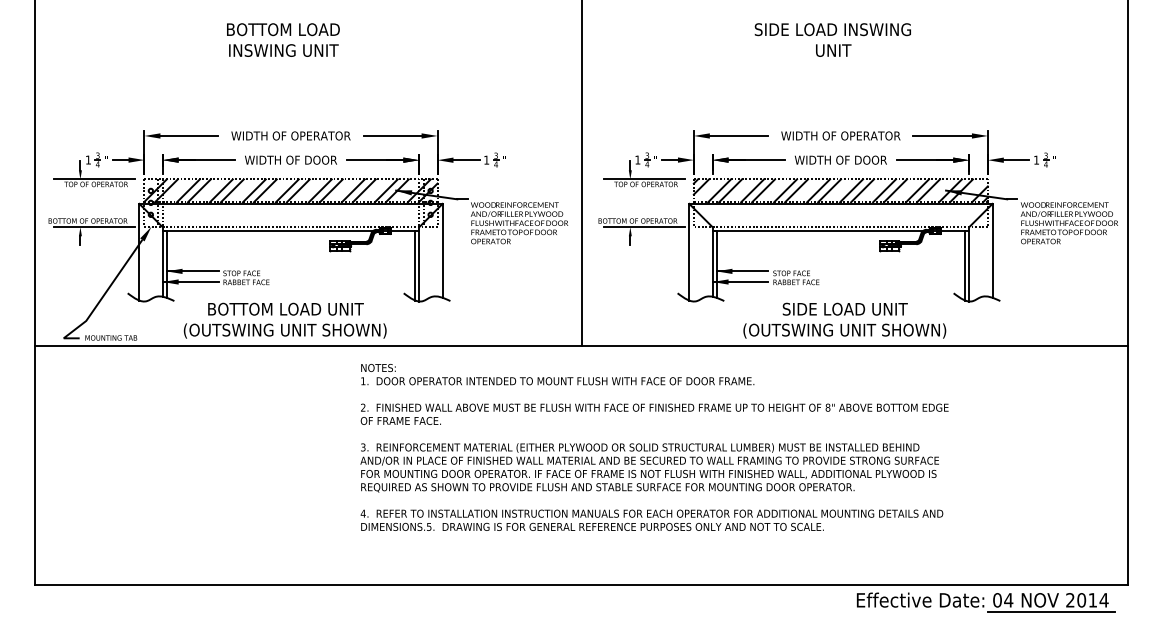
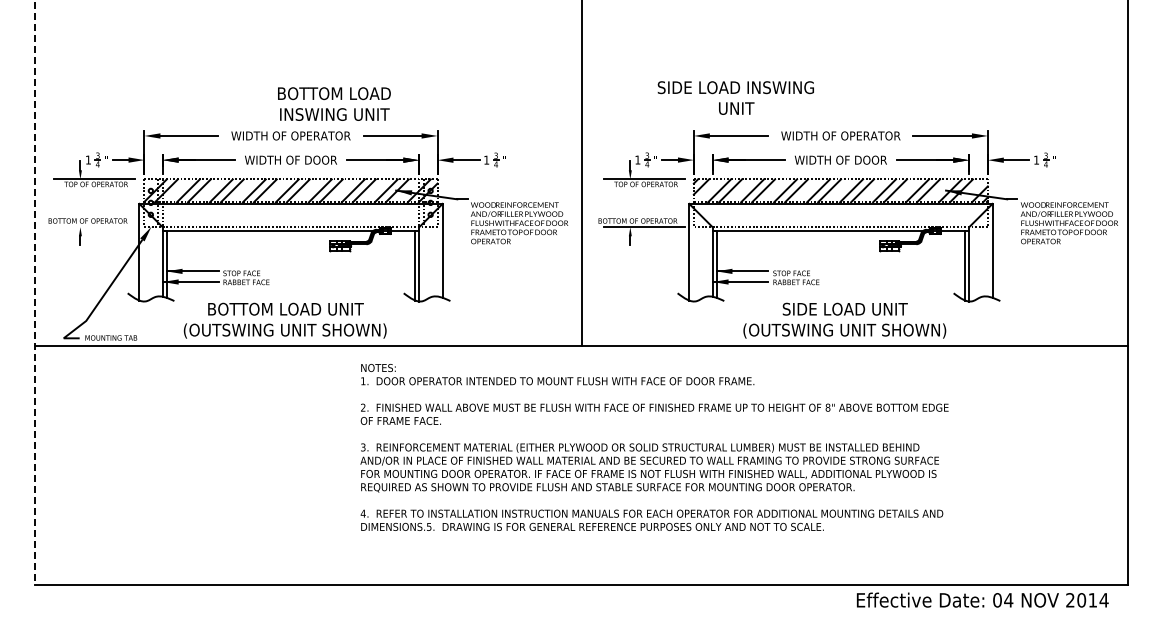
text at (283, 39) position: (283, 39) -> (334, 103)
text at (832, 39) position: (832, 39) -> (735, 97)
line at (94, 227): present -> none
line at (34, 293): solid -> dashed
line at (1051, 611): present -> none
